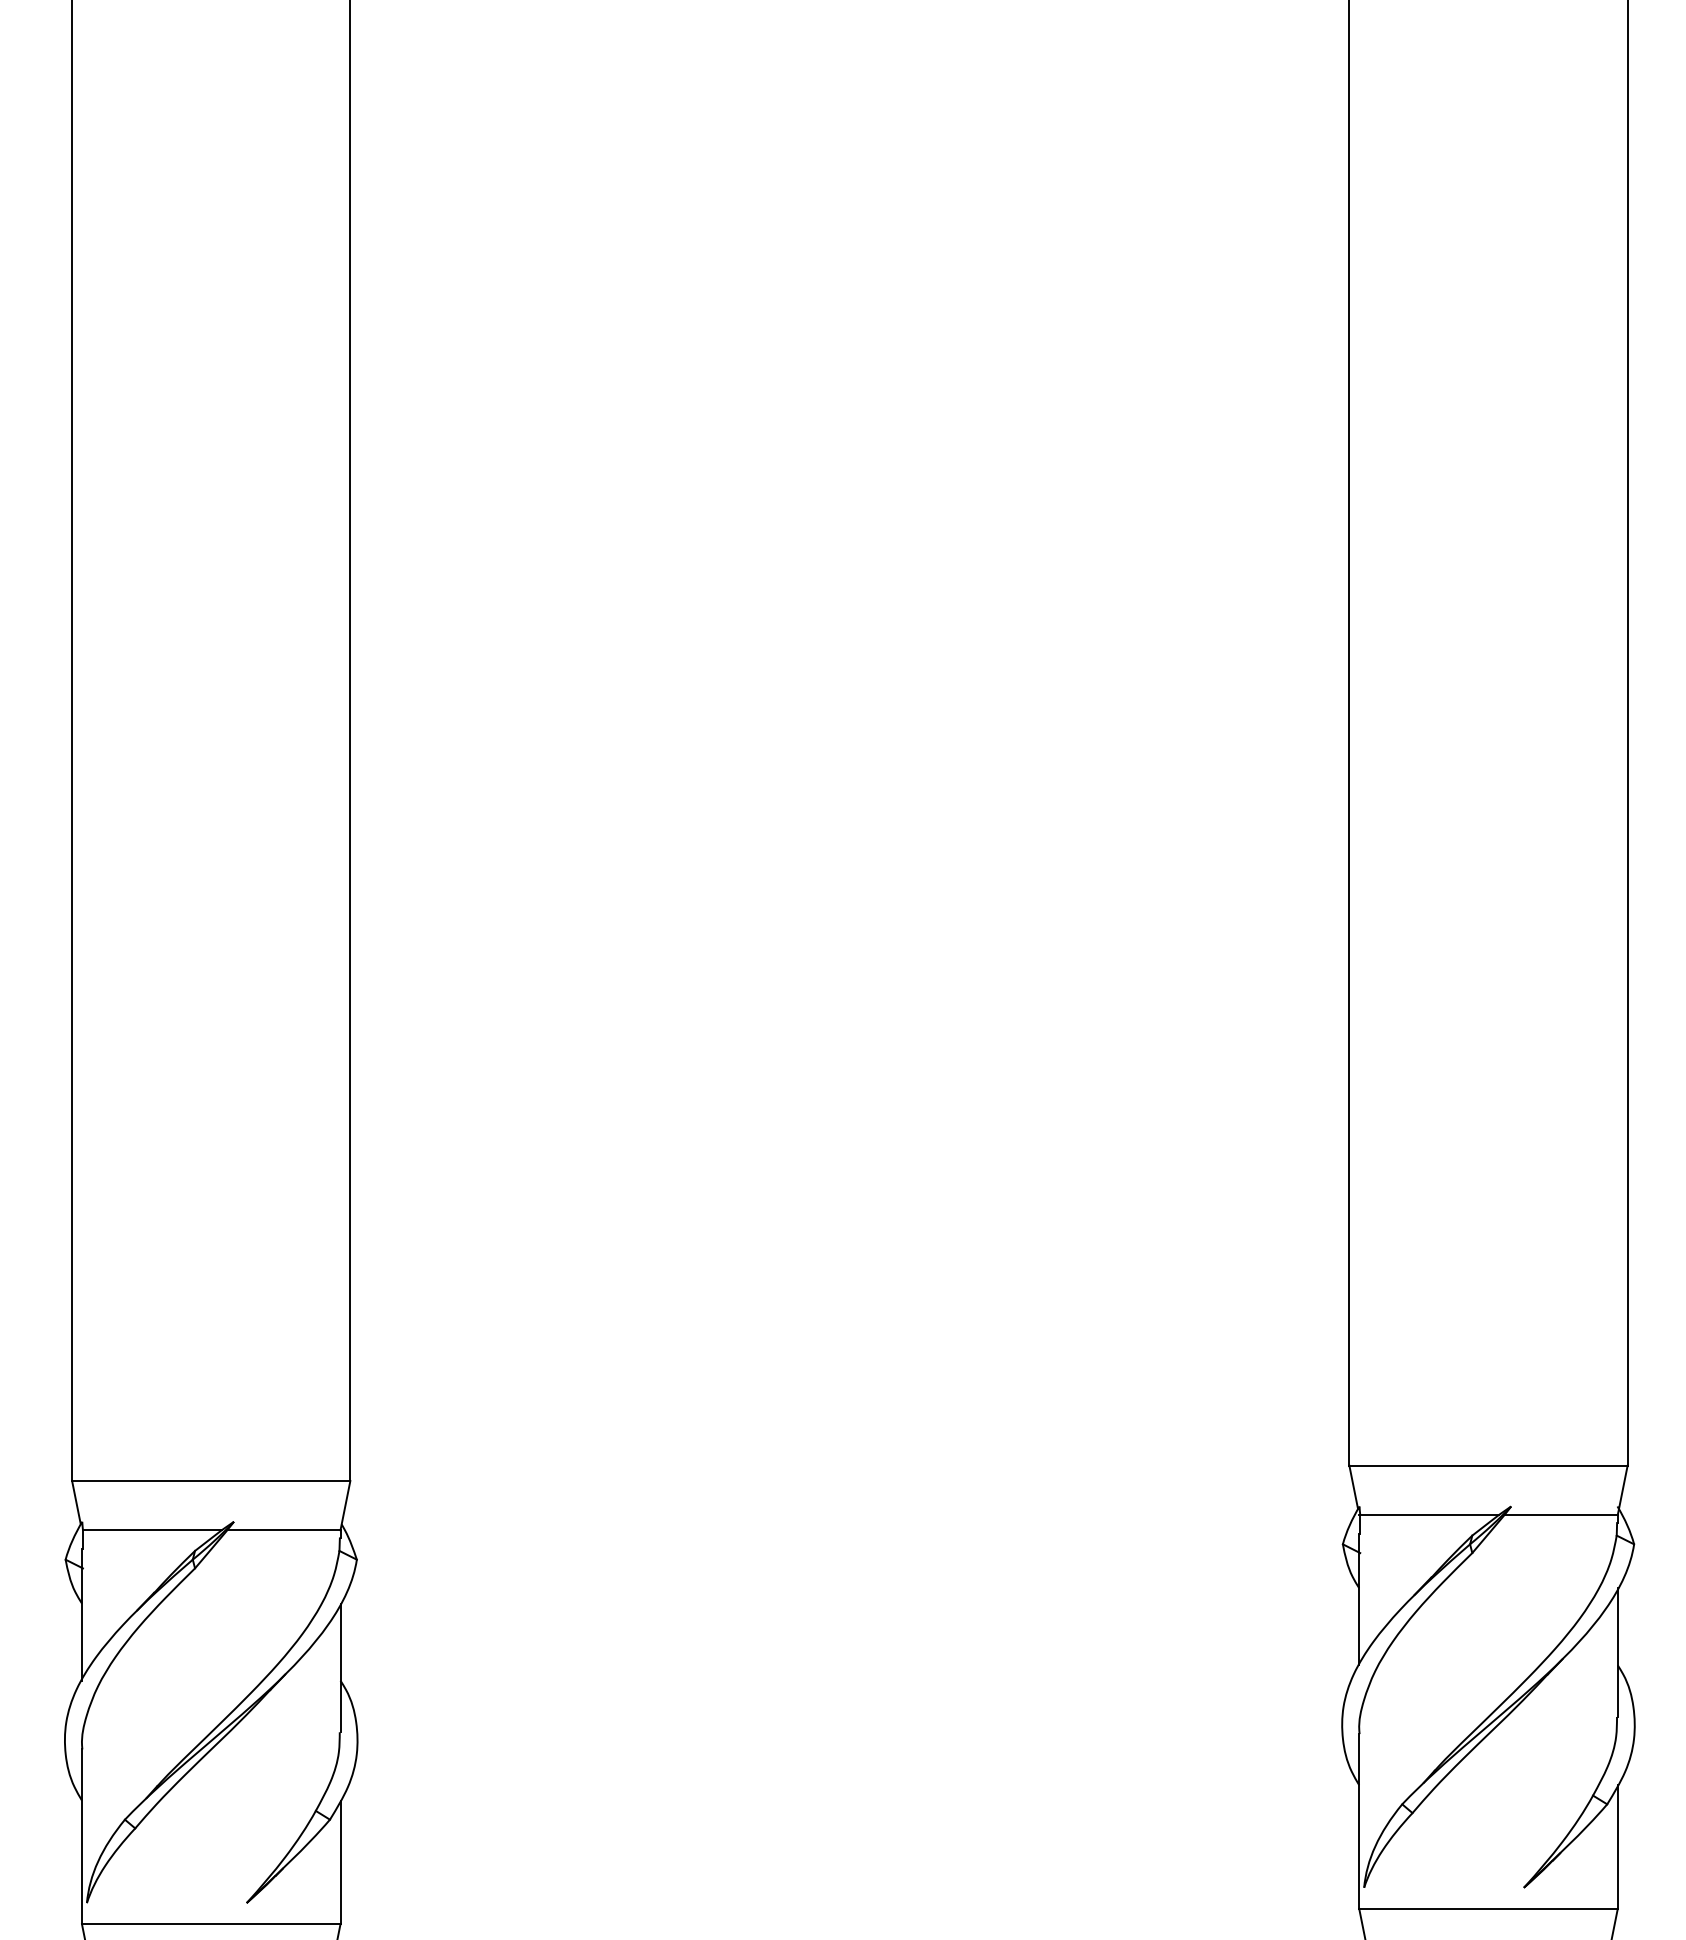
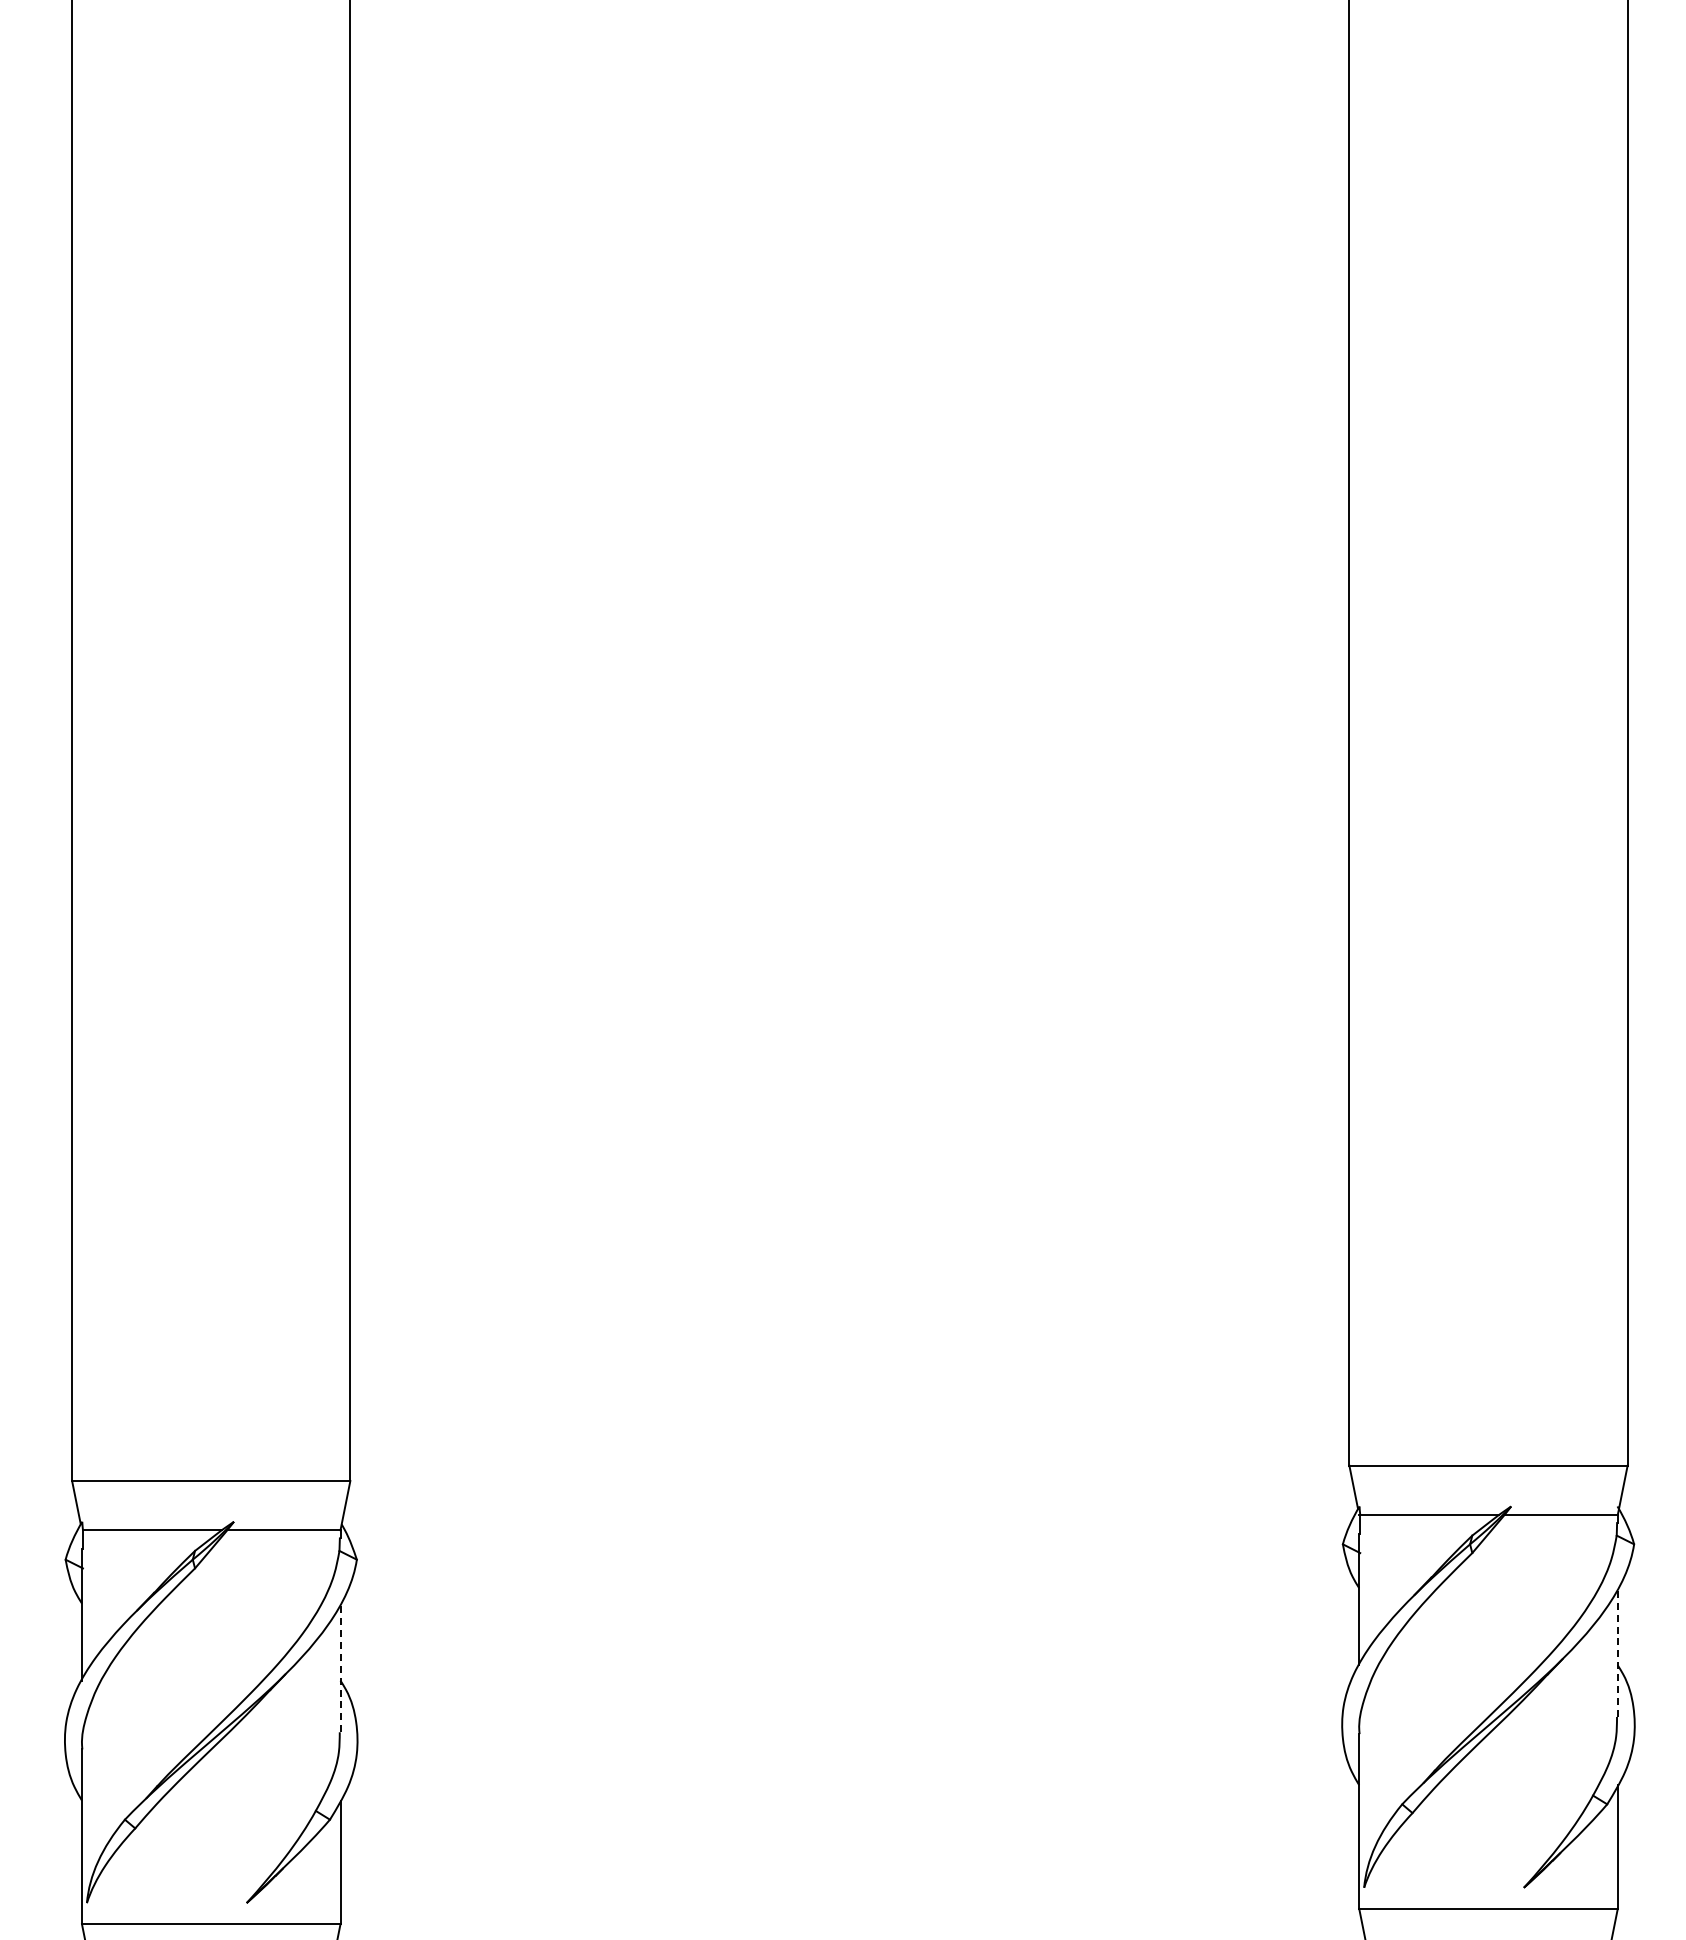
line at (1617, 1652): solid -> dashed
line at (340, 1667): solid -> dashed
